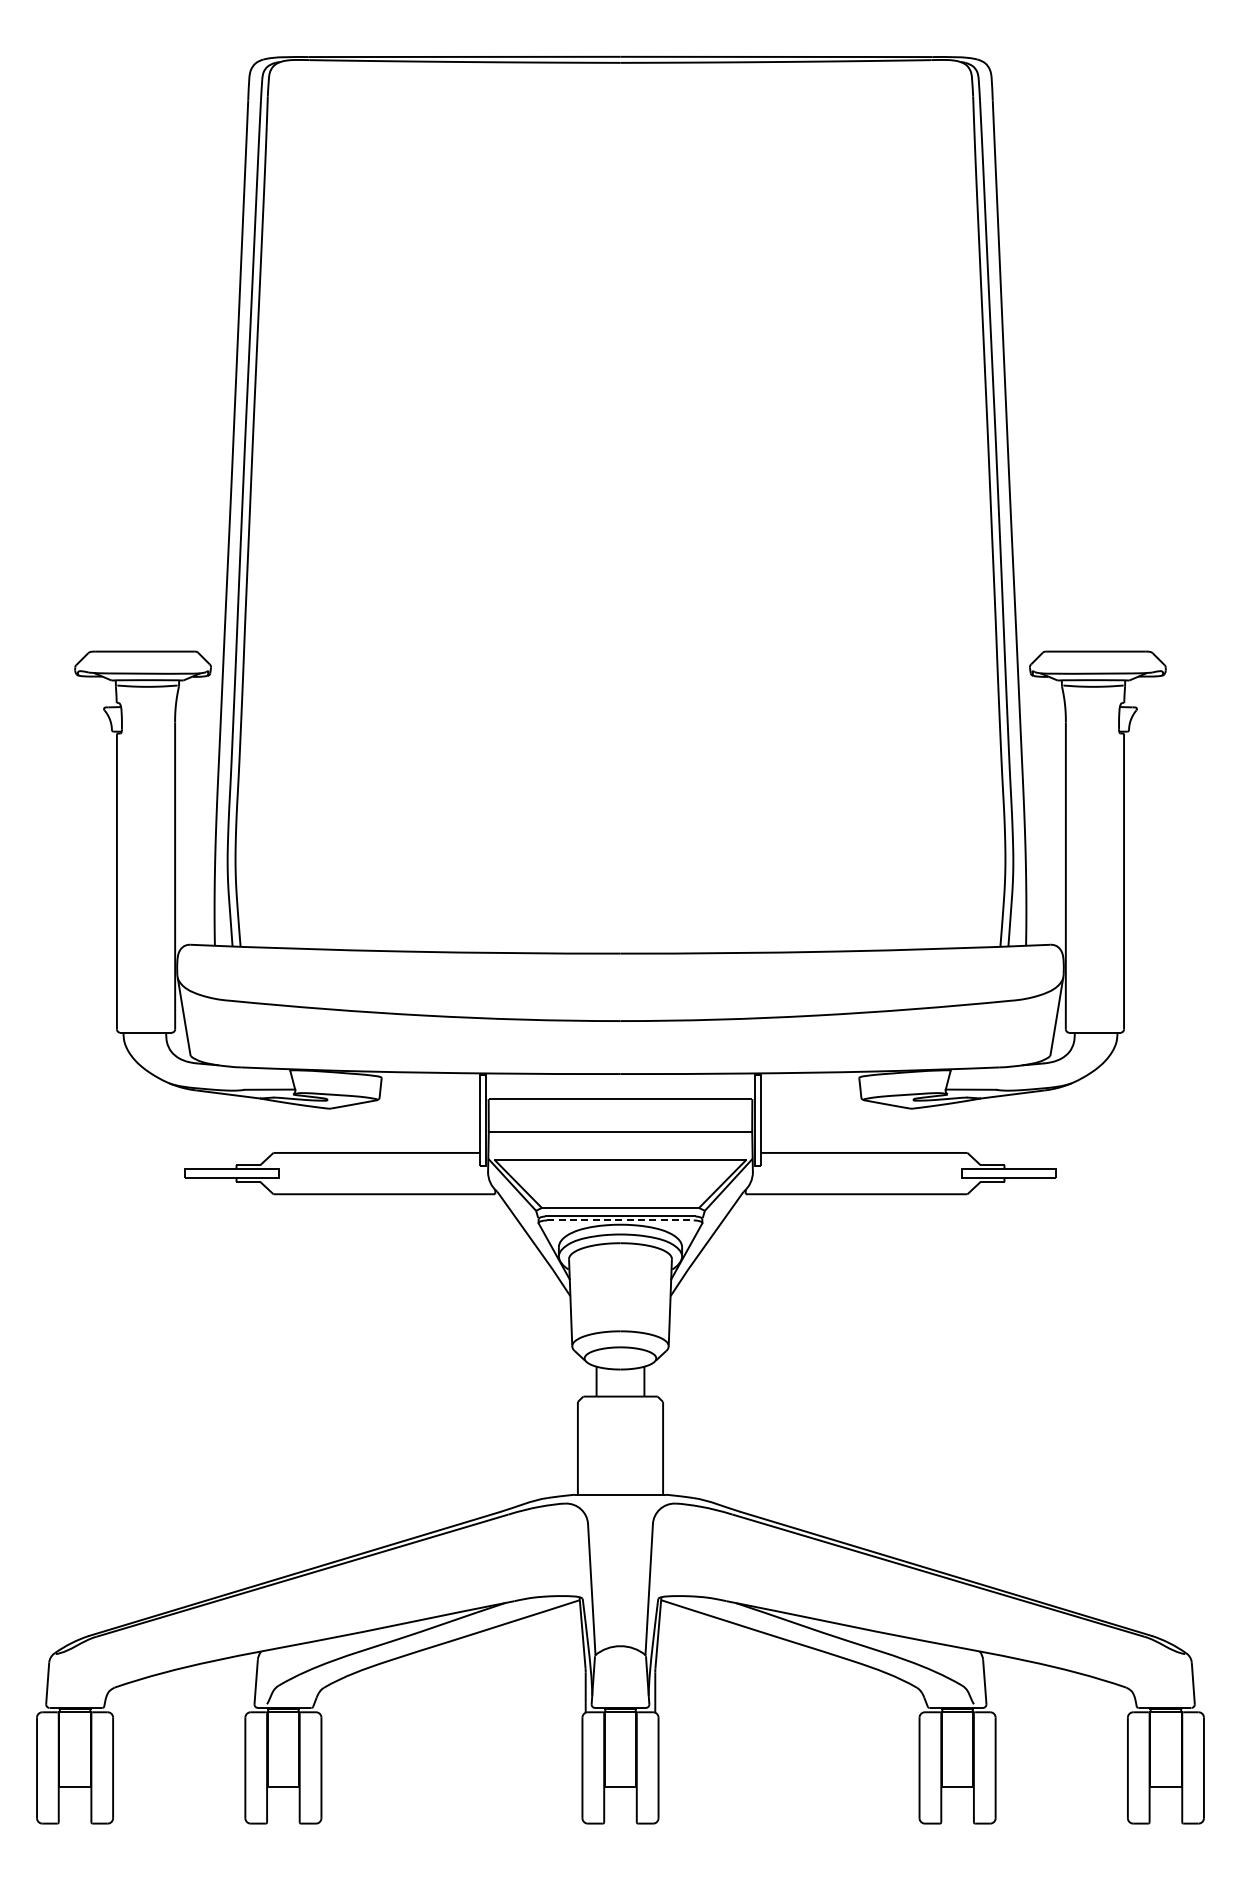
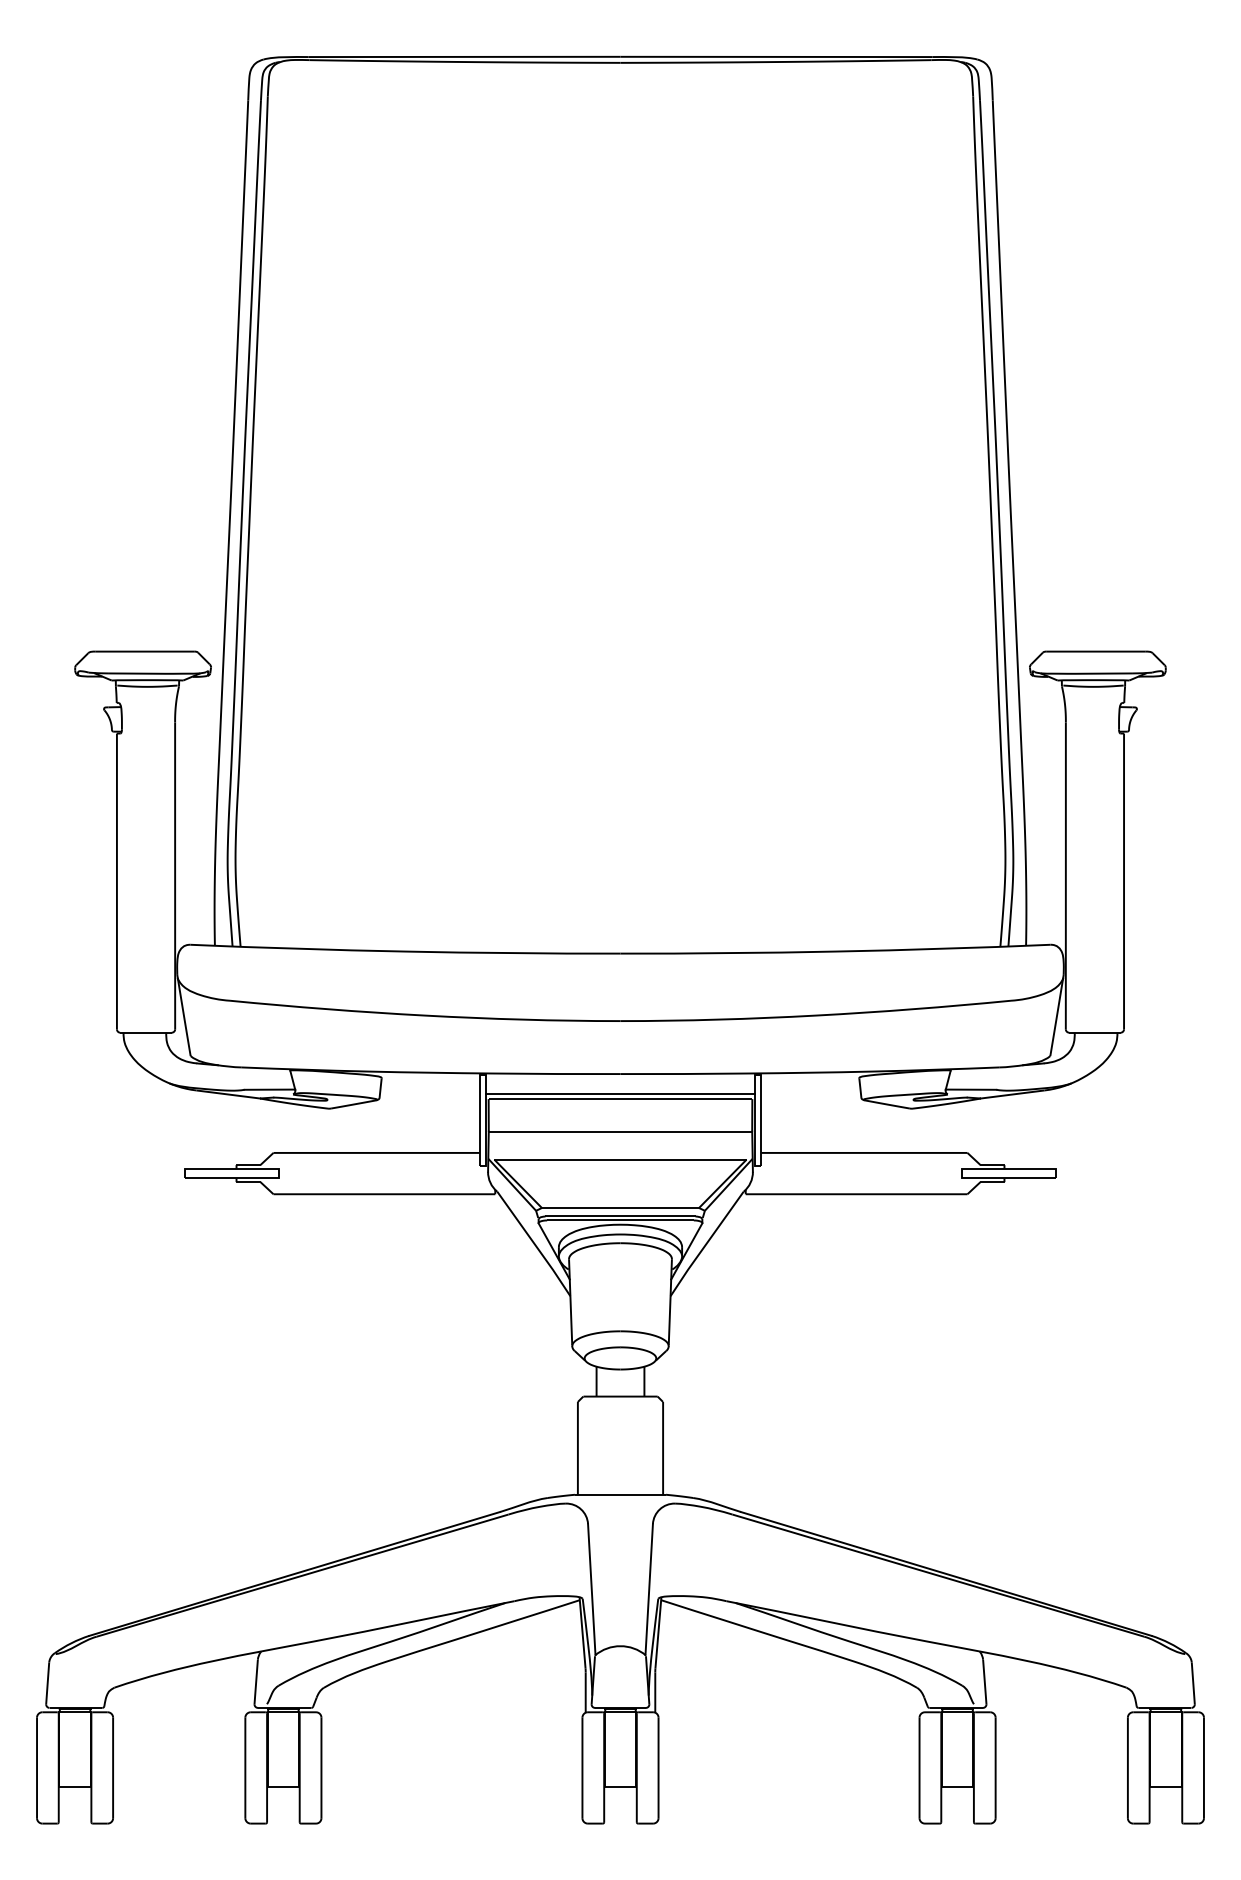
line at (620, 1093): none -> present
line at (620, 1220): dashed -> solid
